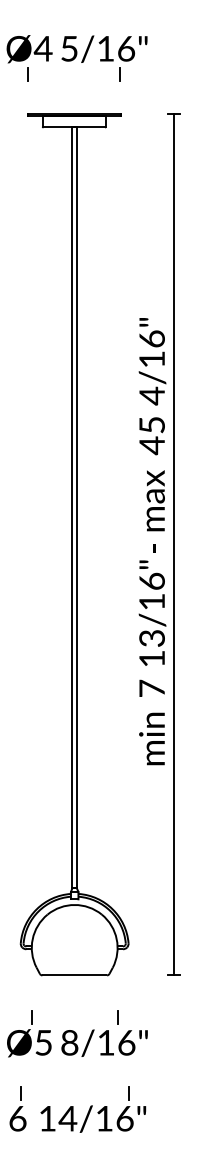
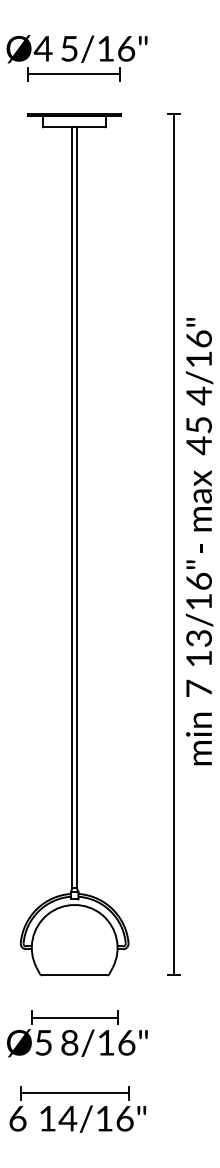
line at (74, 74): none -> present
text at (152, 541) position: (152, 541) -> (199, 541)
line at (74, 1017): none -> present
line at (74, 1093): none -> present
